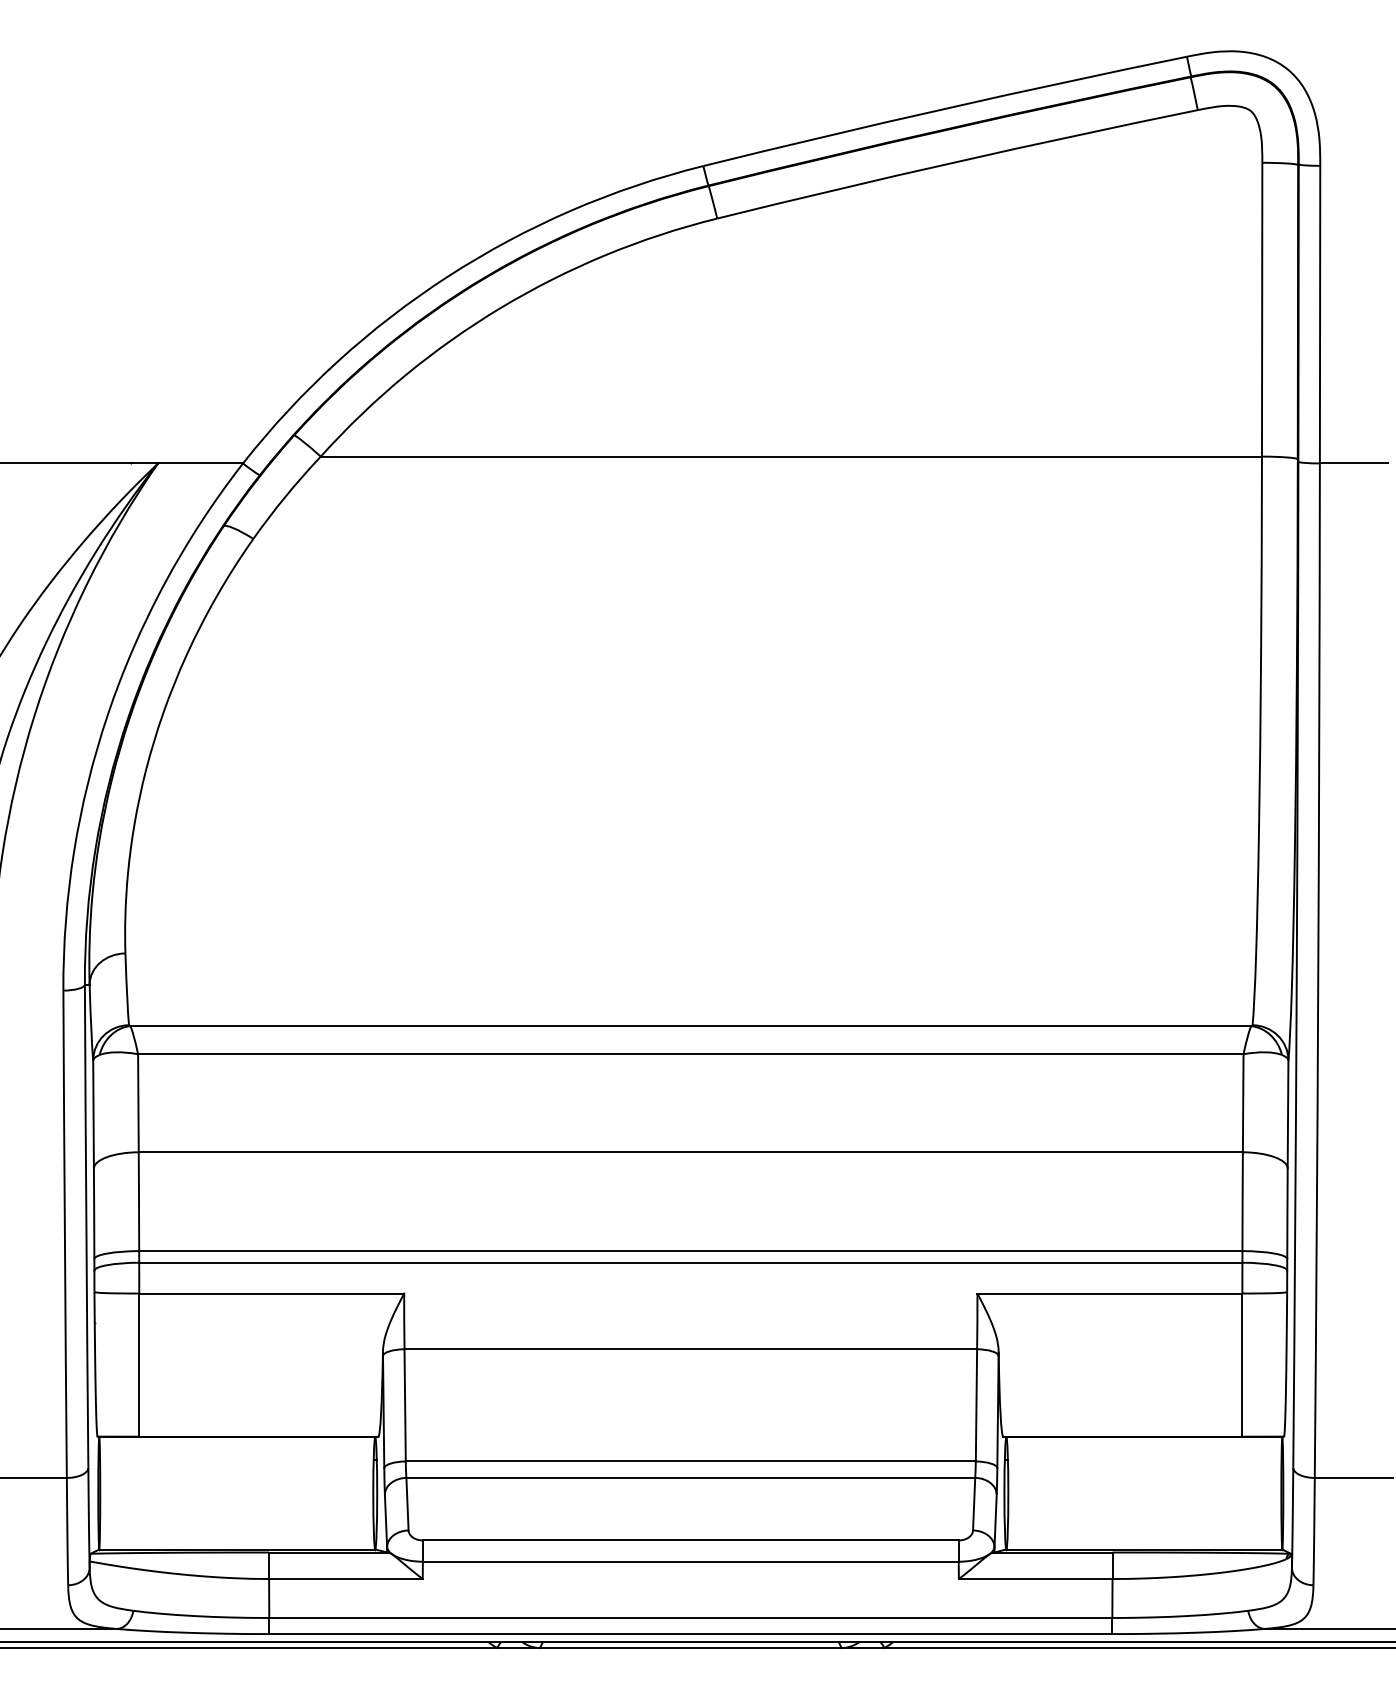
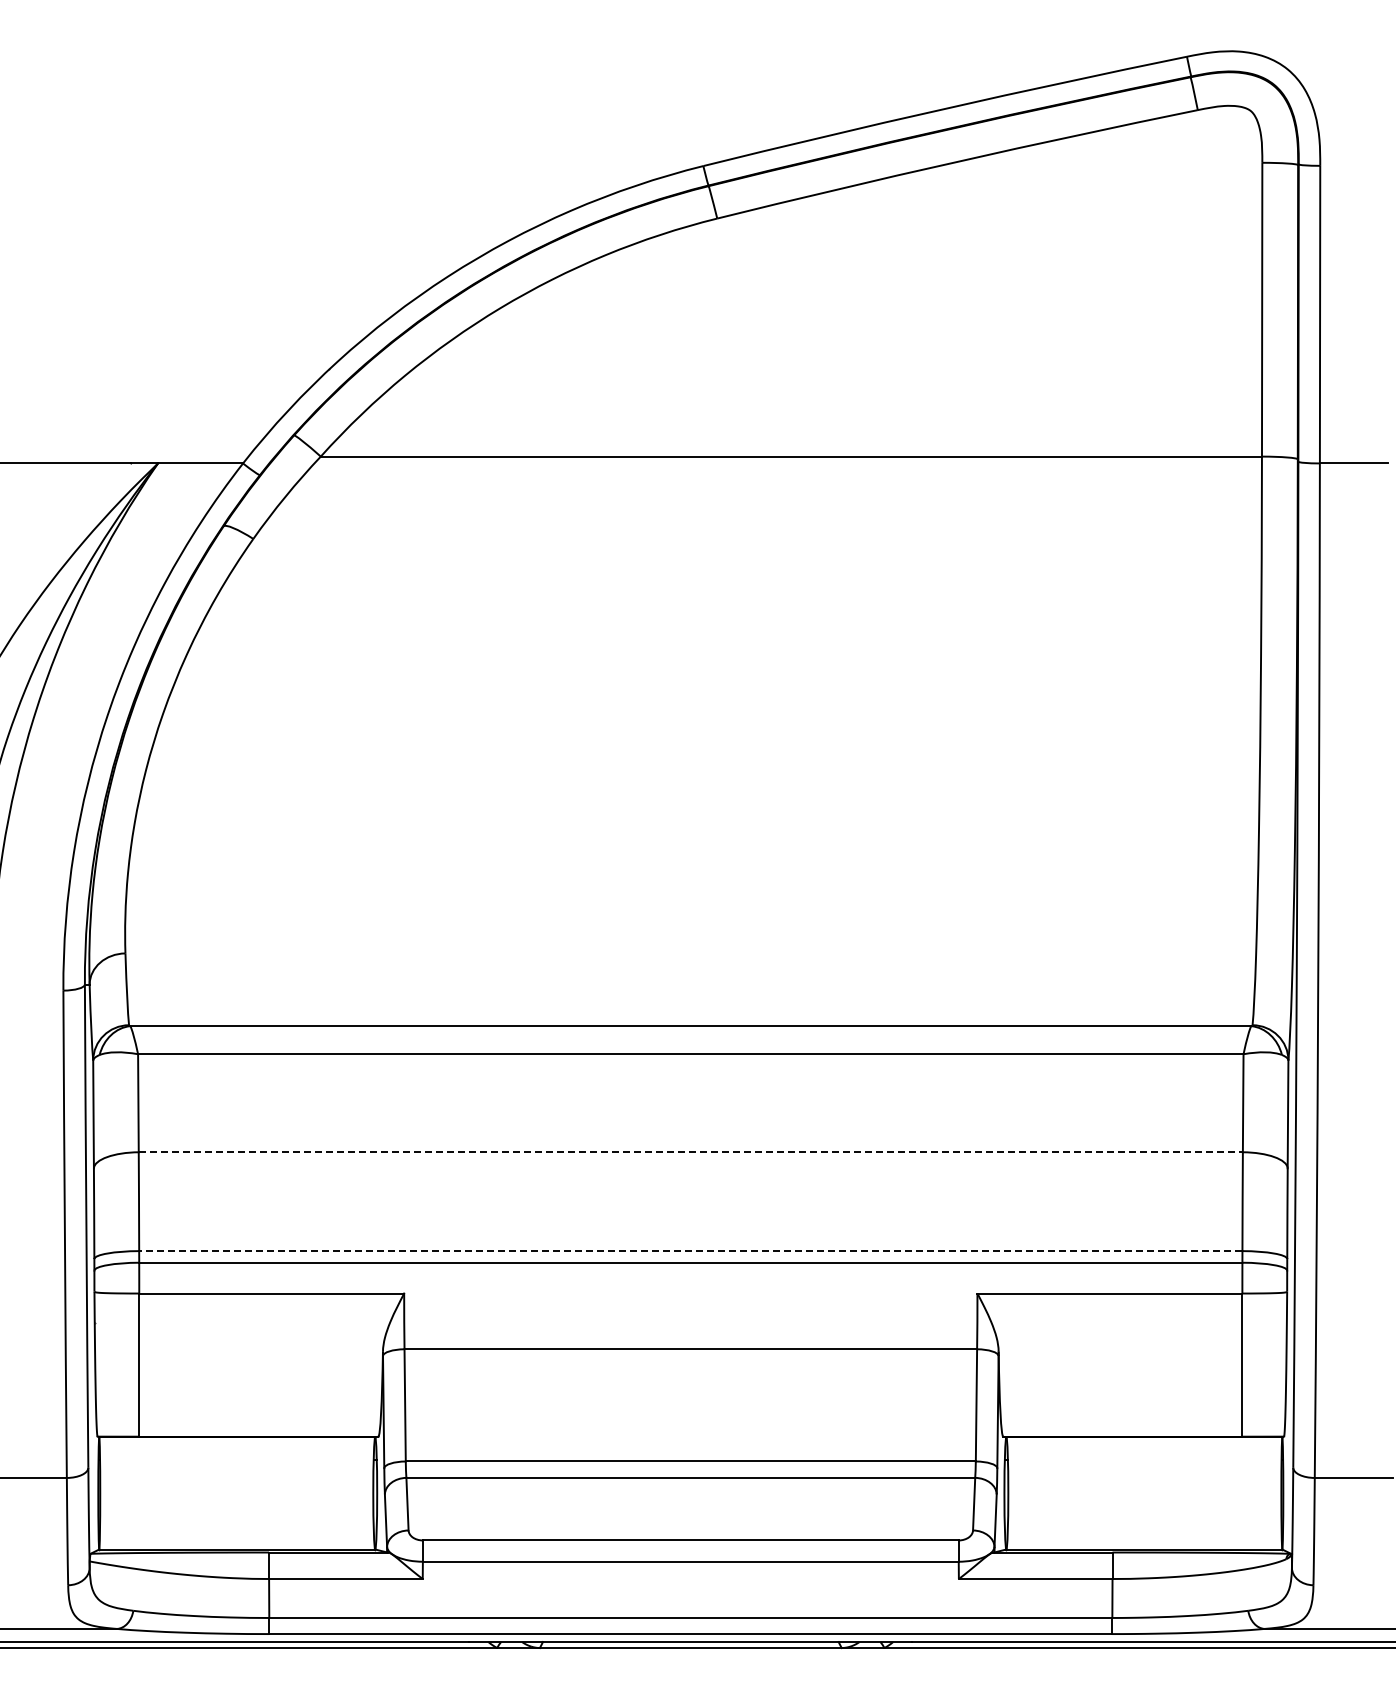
line at (691, 1152): solid -> dashed
line at (690, 1251): solid -> dashed
